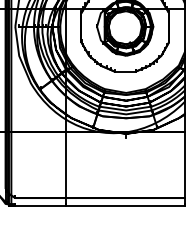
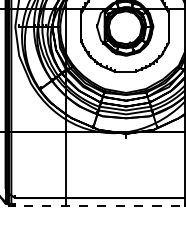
line at (100, 205): solid -> dashed
